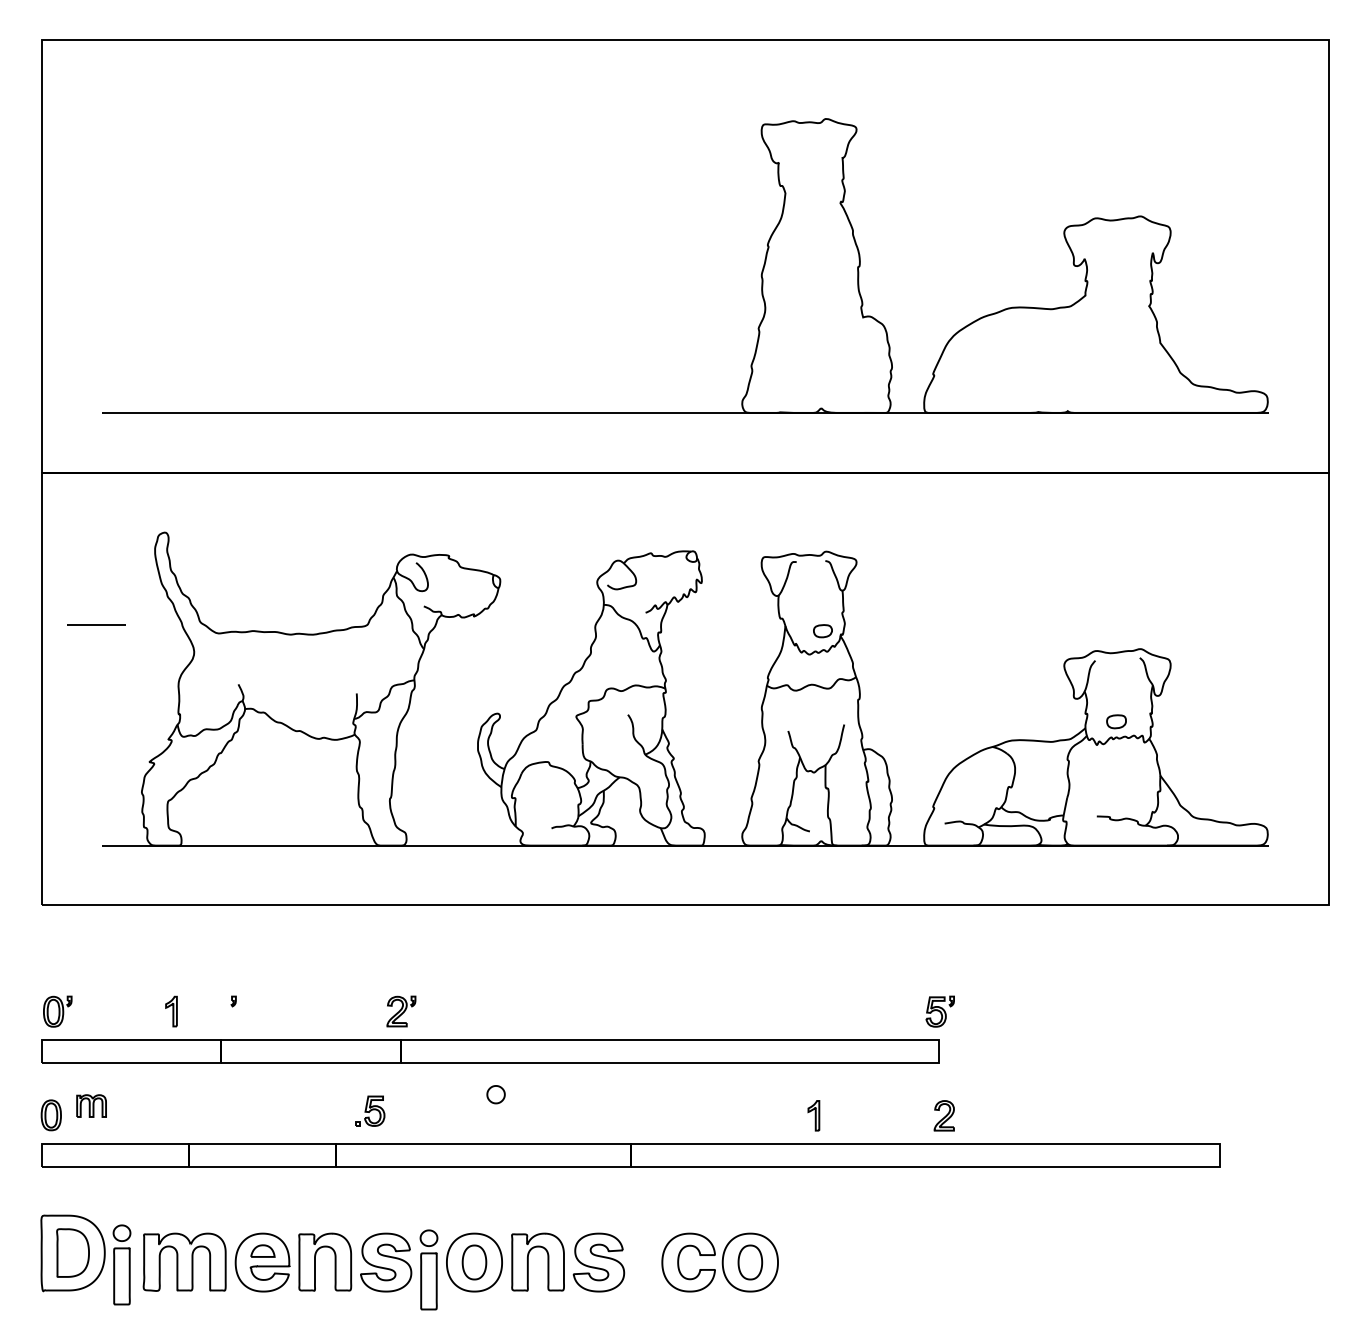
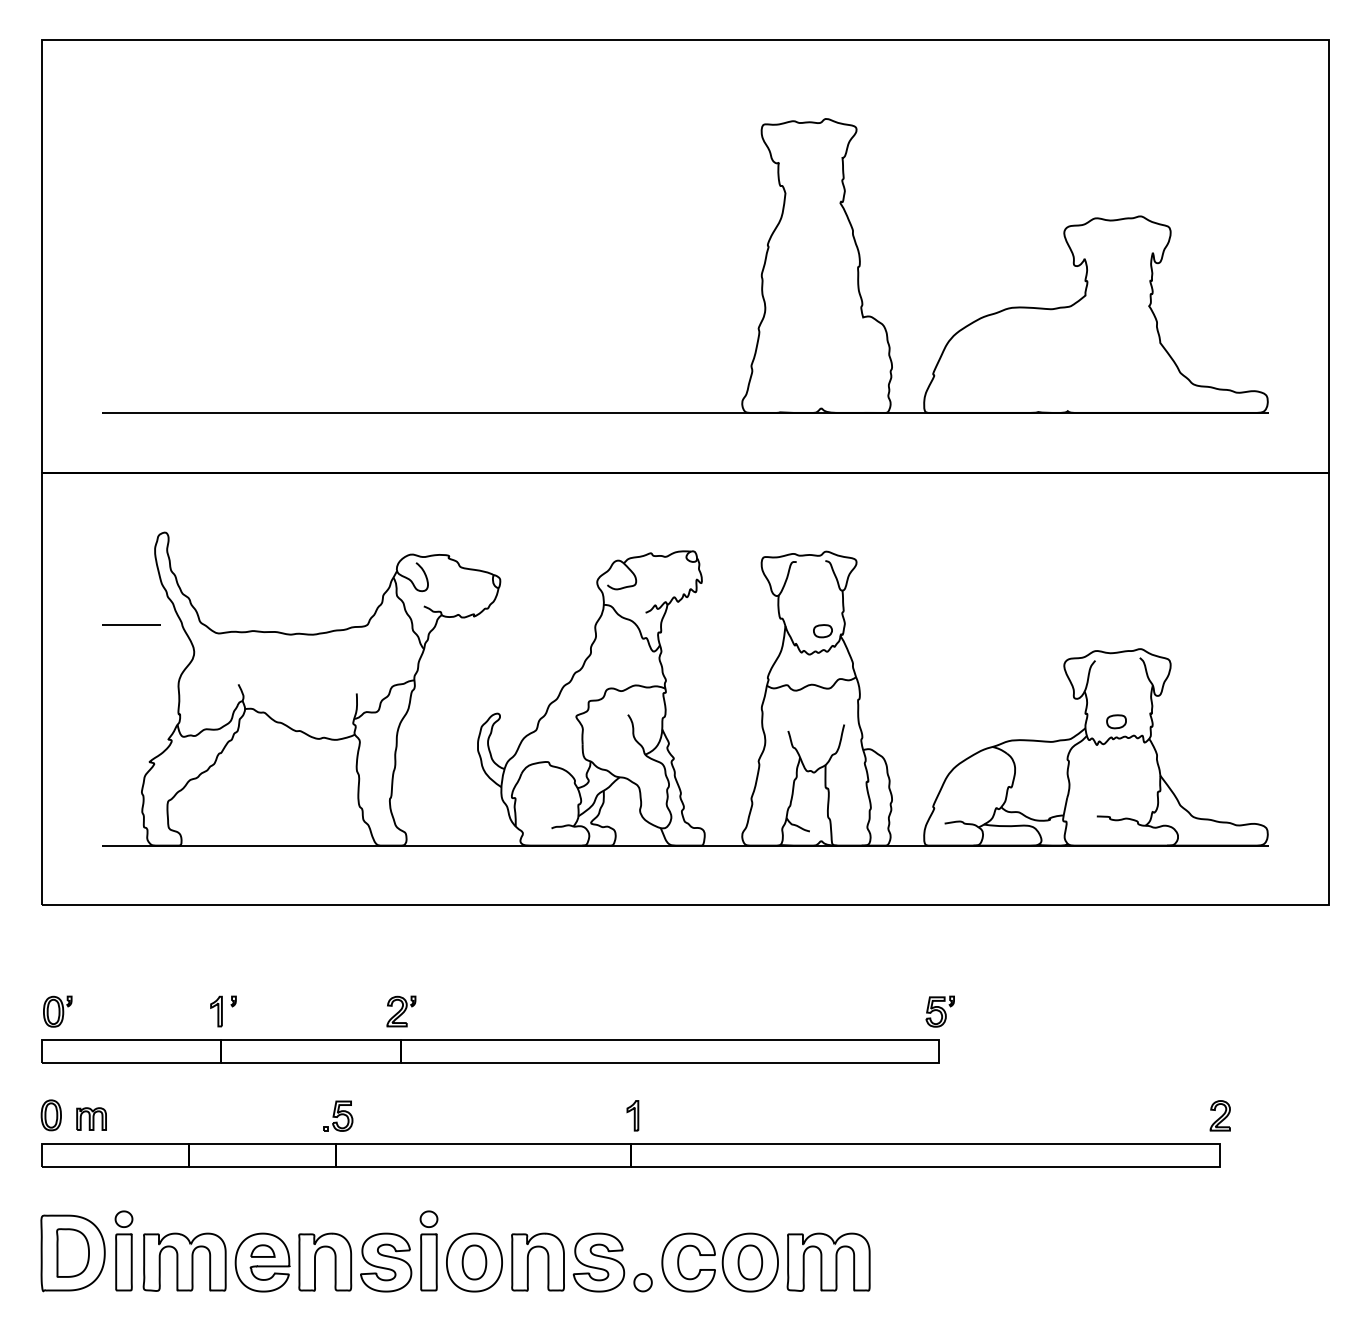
line at (96, 624) position: (96, 624) -> (131, 624)
part at (171, 1011) position: (171, 1011) -> (216, 1011)
part at (495, 1094) position: (495, 1094) -> (642, 1282)
part at (91, 1105) position: (91, 1105) -> (91, 1118)
part at (370, 1110) position: (370, 1110) -> (338, 1115)
part at (813, 1115) position: (813, 1115) -> (632, 1115)
part at (943, 1115) position: (943, 1115) -> (1219, 1115)
part at (828, 1261): none -> present
part at (121, 1264) position: (121, 1264) -> (123, 1250)
part at (428, 1269) position: (428, 1269) -> (428, 1250)
